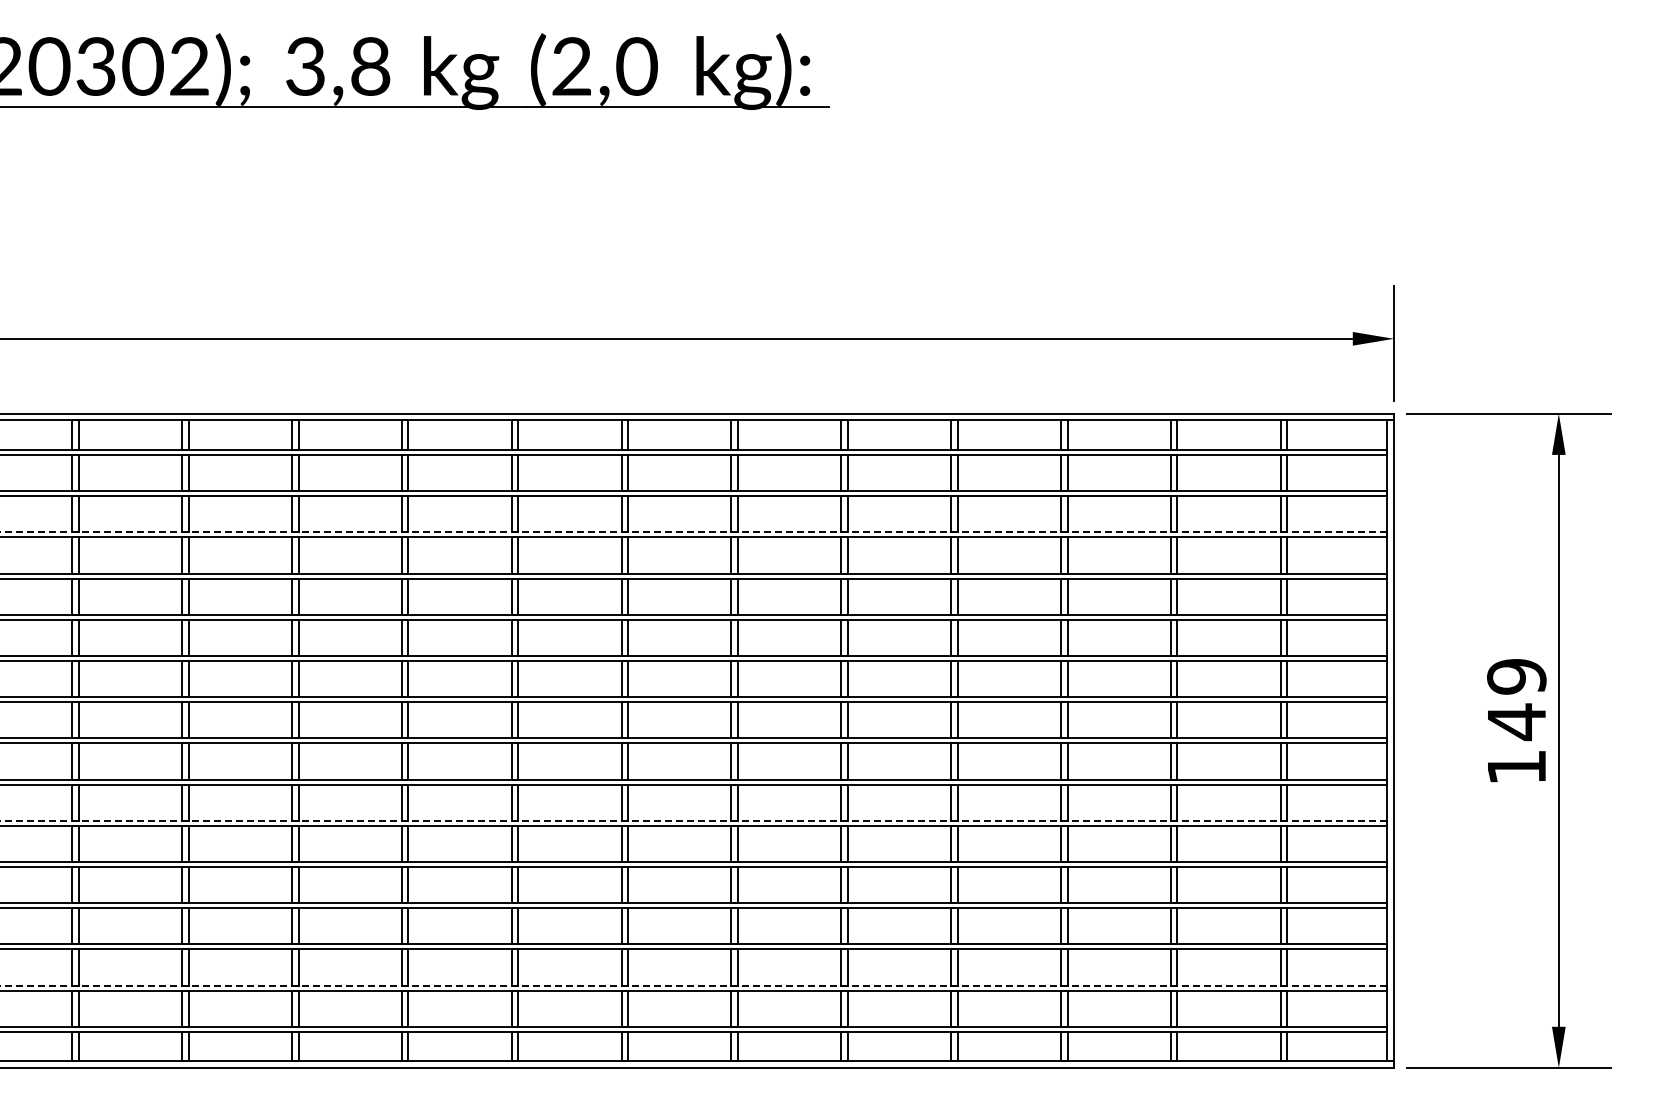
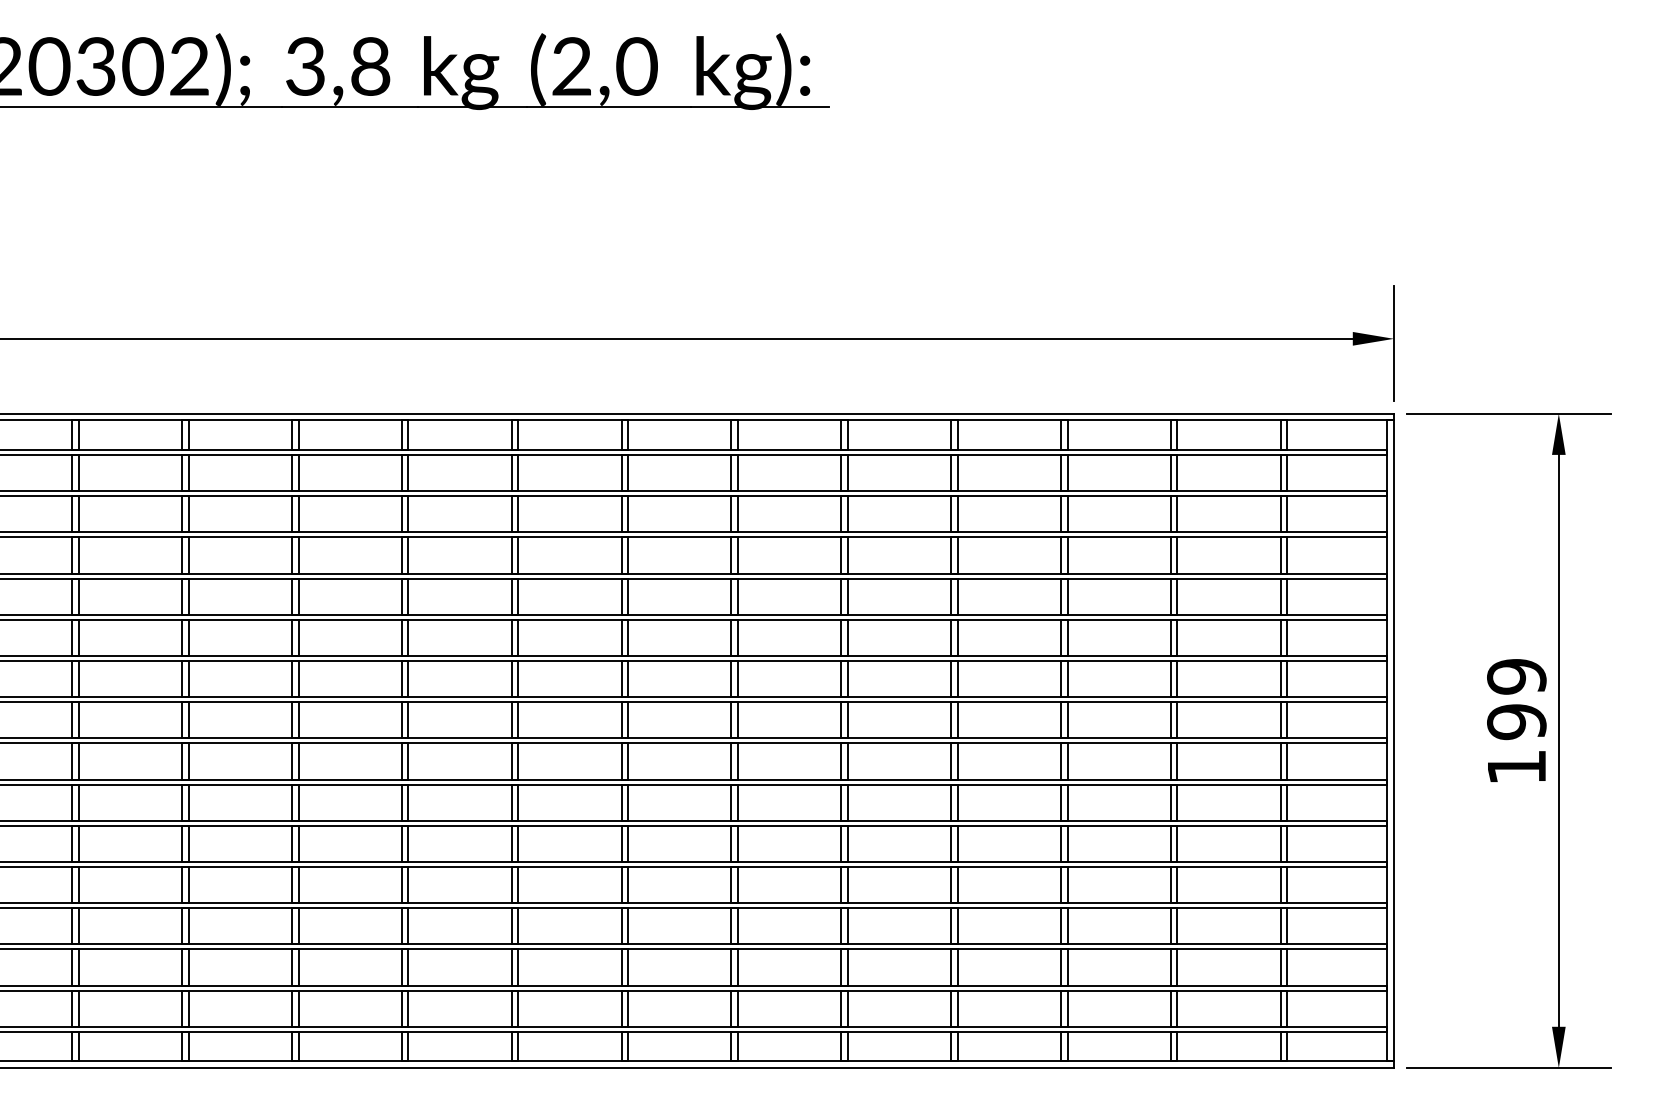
line at (693, 532): dashed -> solid
text at (1516, 722): 149 -> 199
line at (693, 820): dashed -> solid
line at (693, 985): dashed -> solid
